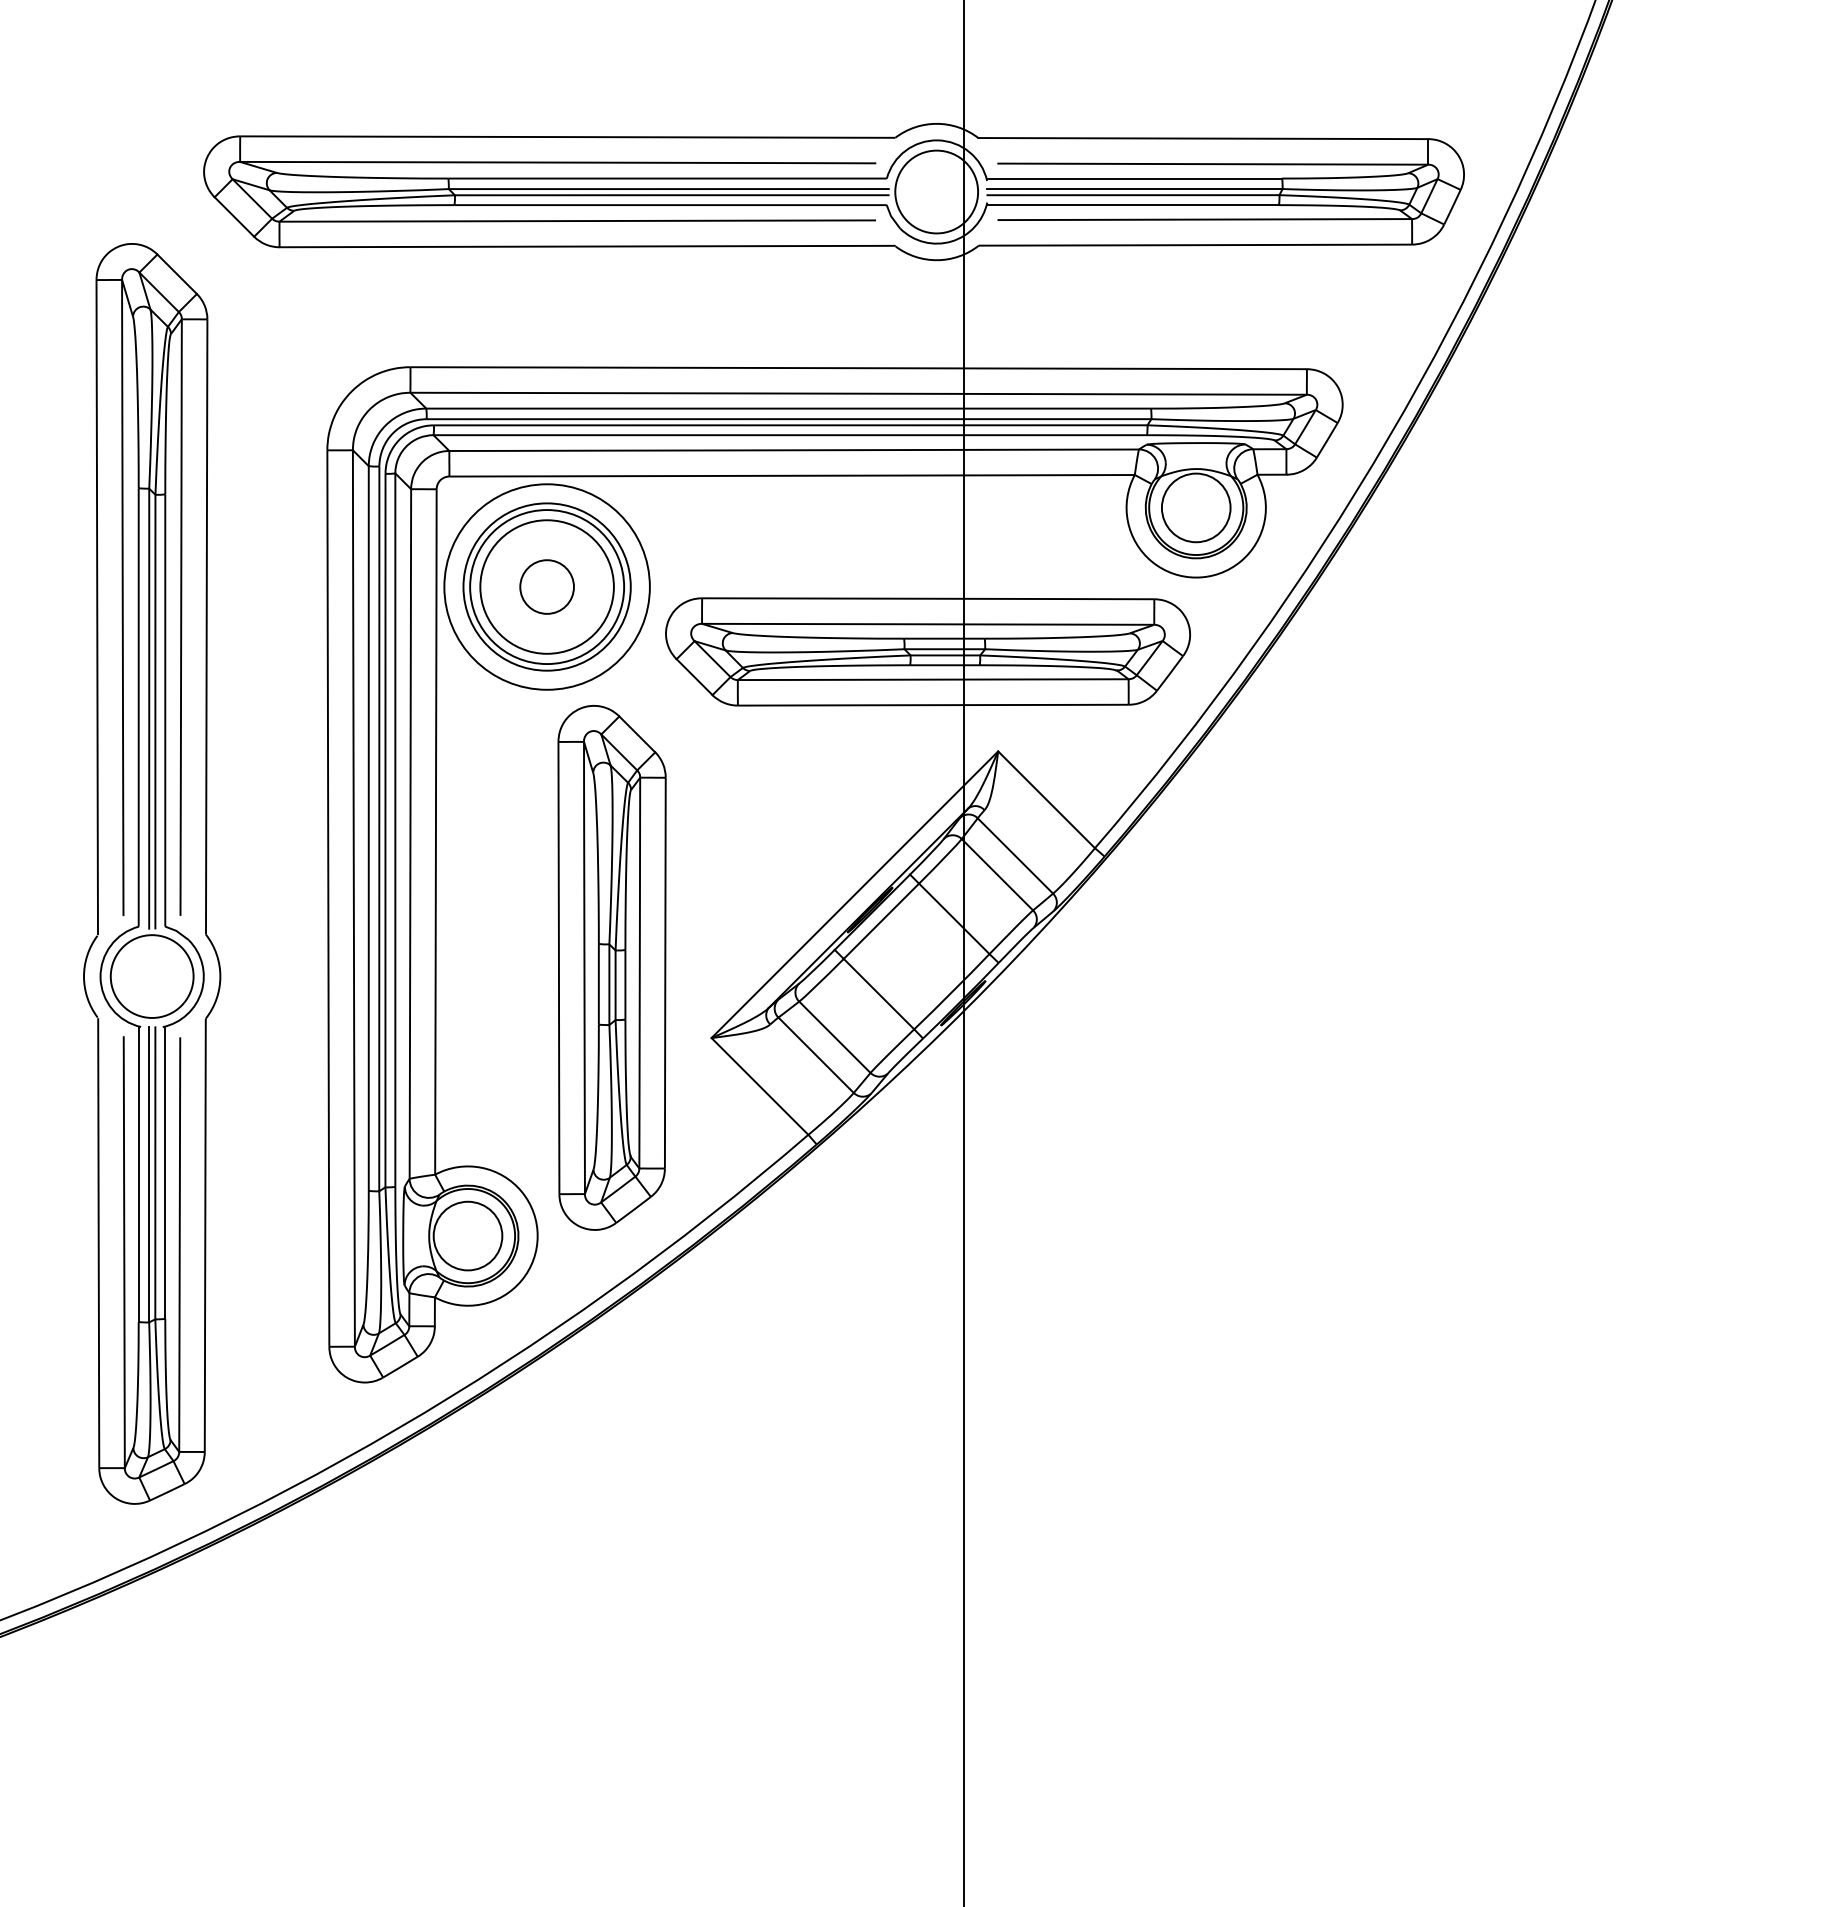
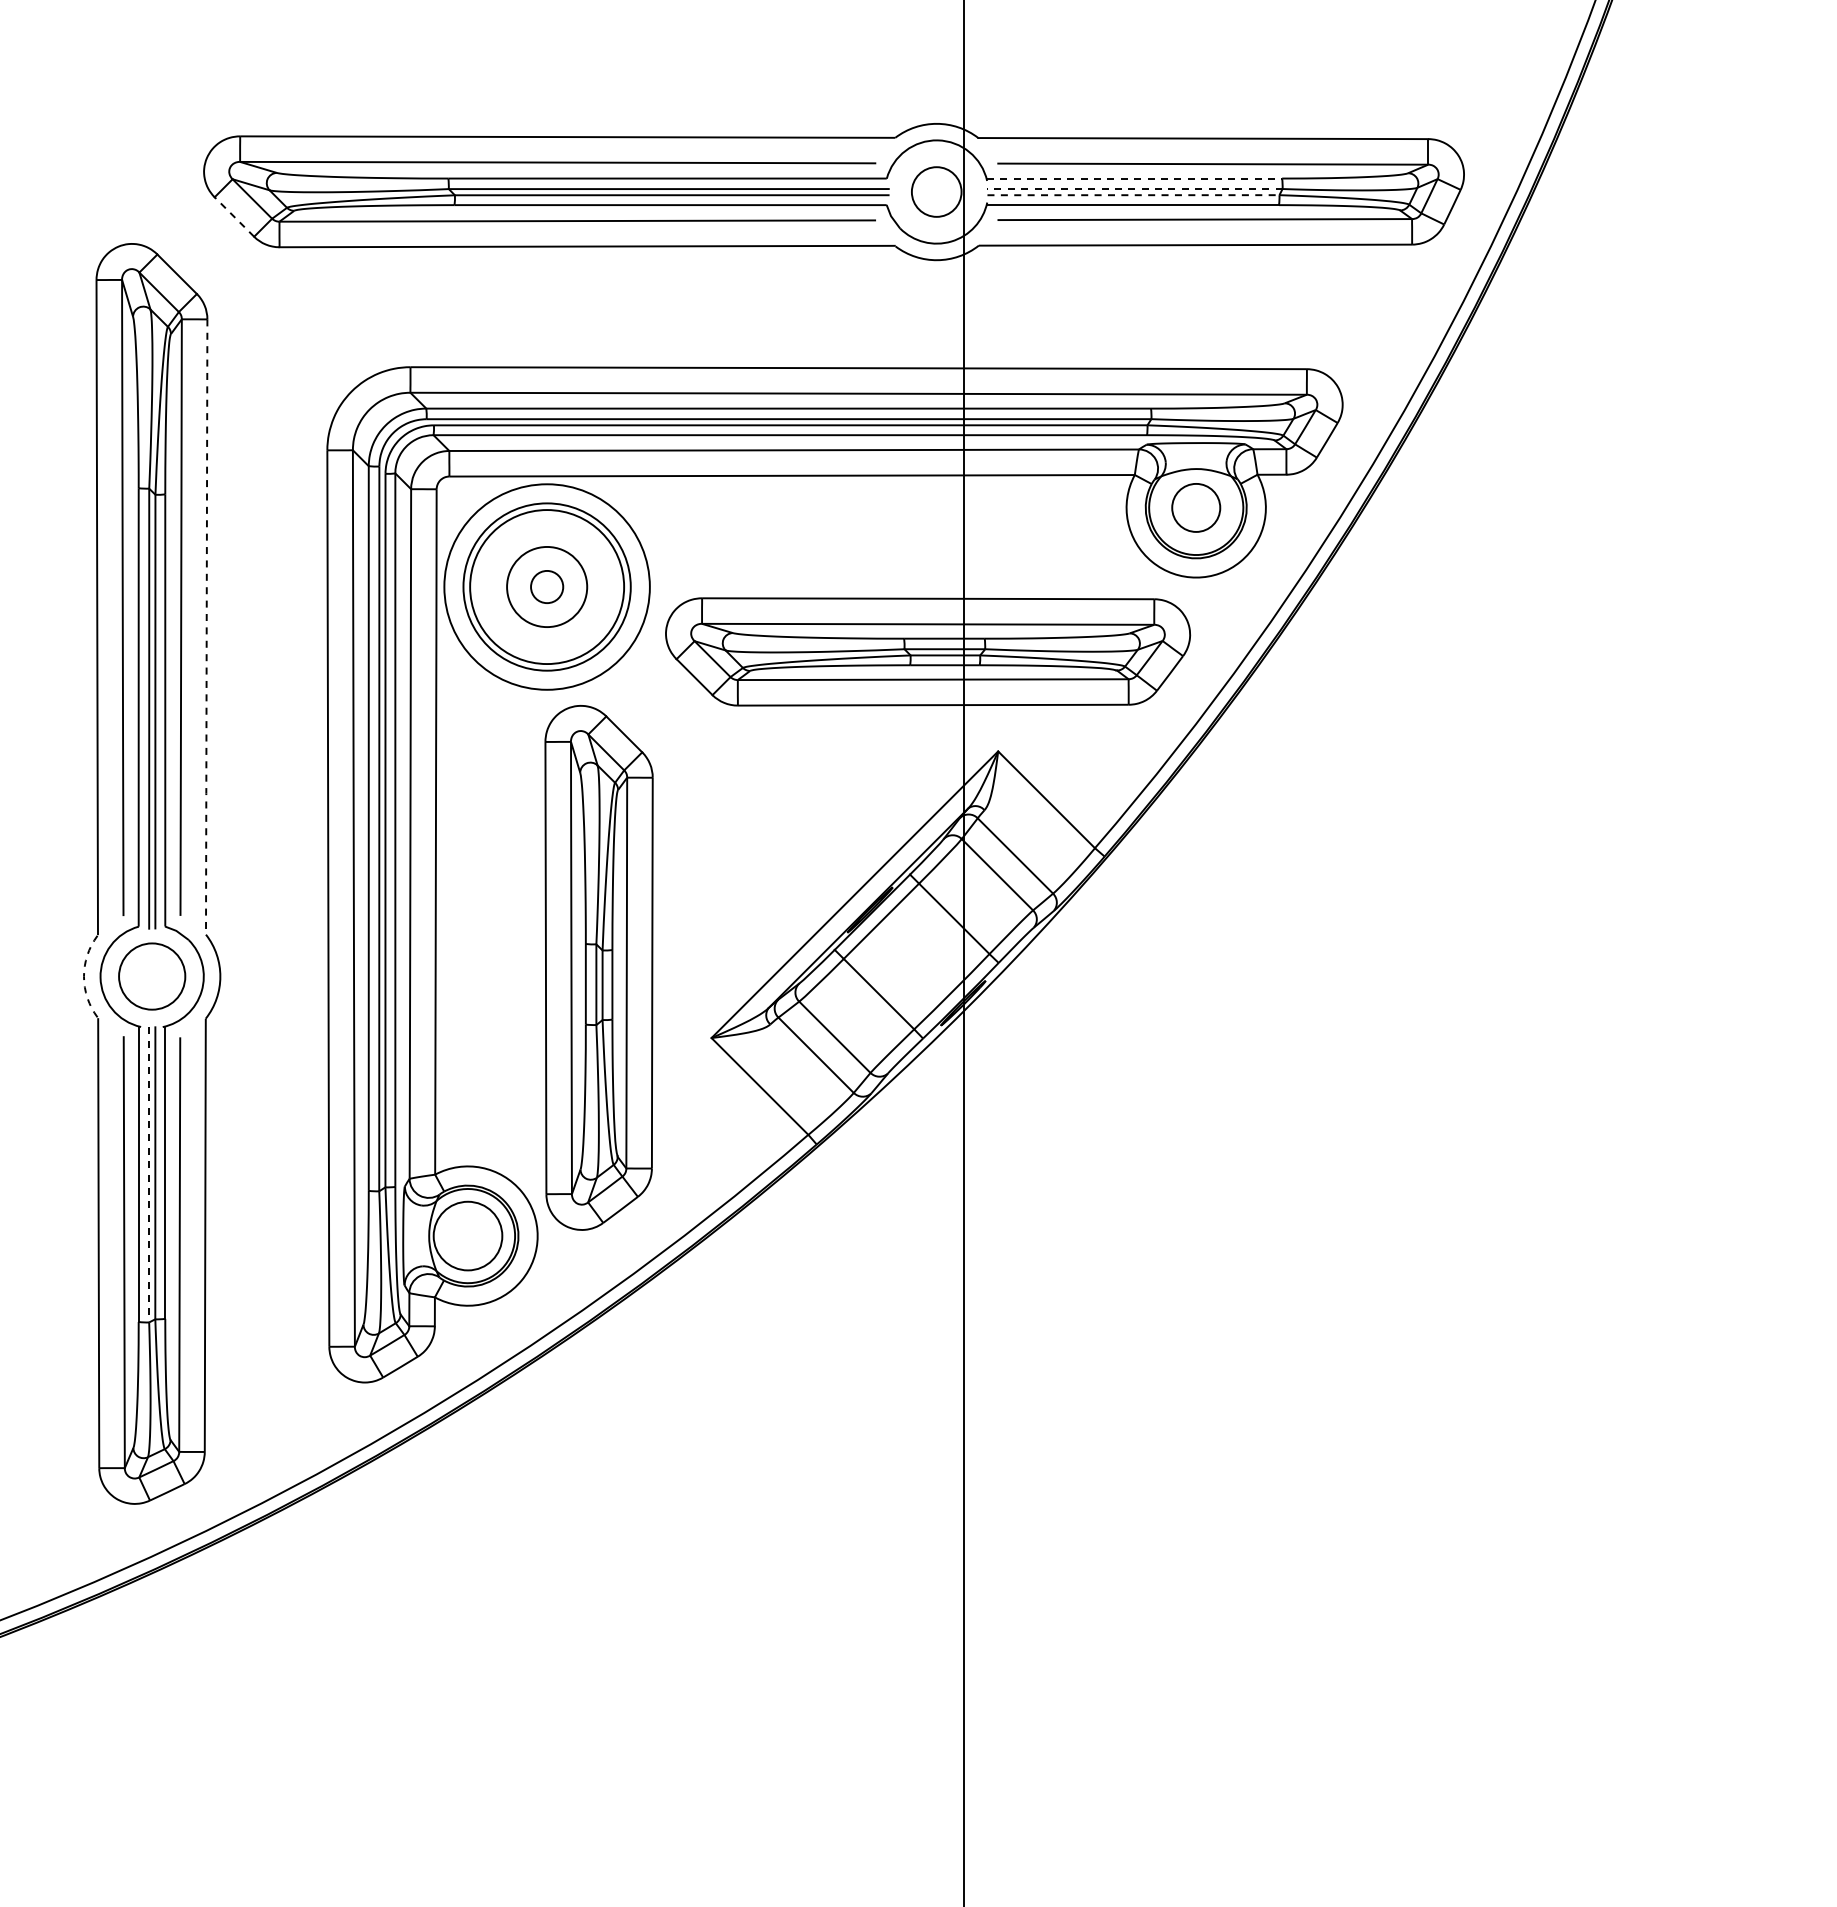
line at (1134, 178): solid -> dashed
line at (1134, 189): solid -> dashed
circle at (936, 191) diameter: 83 px -> 50 px
line at (1133, 195): solid -> dashed
line at (234, 217): solid -> dashed
circle at (1195, 507) diameter: 69 px -> 48 px
circle at (546, 586) diameter: 134 px -> 80 px
circle at (546, 586) diameter: 54 px -> 32 px
line at (206, 627): solid -> dashed
part at (611, 967) position: (611, 967) -> (598, 967)
arc at (84, 976): solid -> dashed
circle at (151, 976) diameter: 83 px -> 66 px
line at (149, 1174): solid -> dashed
